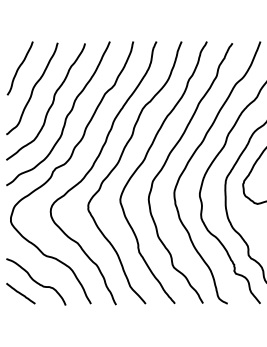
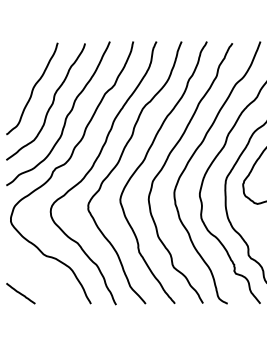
curve at (19, 68): present -> none
curve at (36, 281): present -> none
